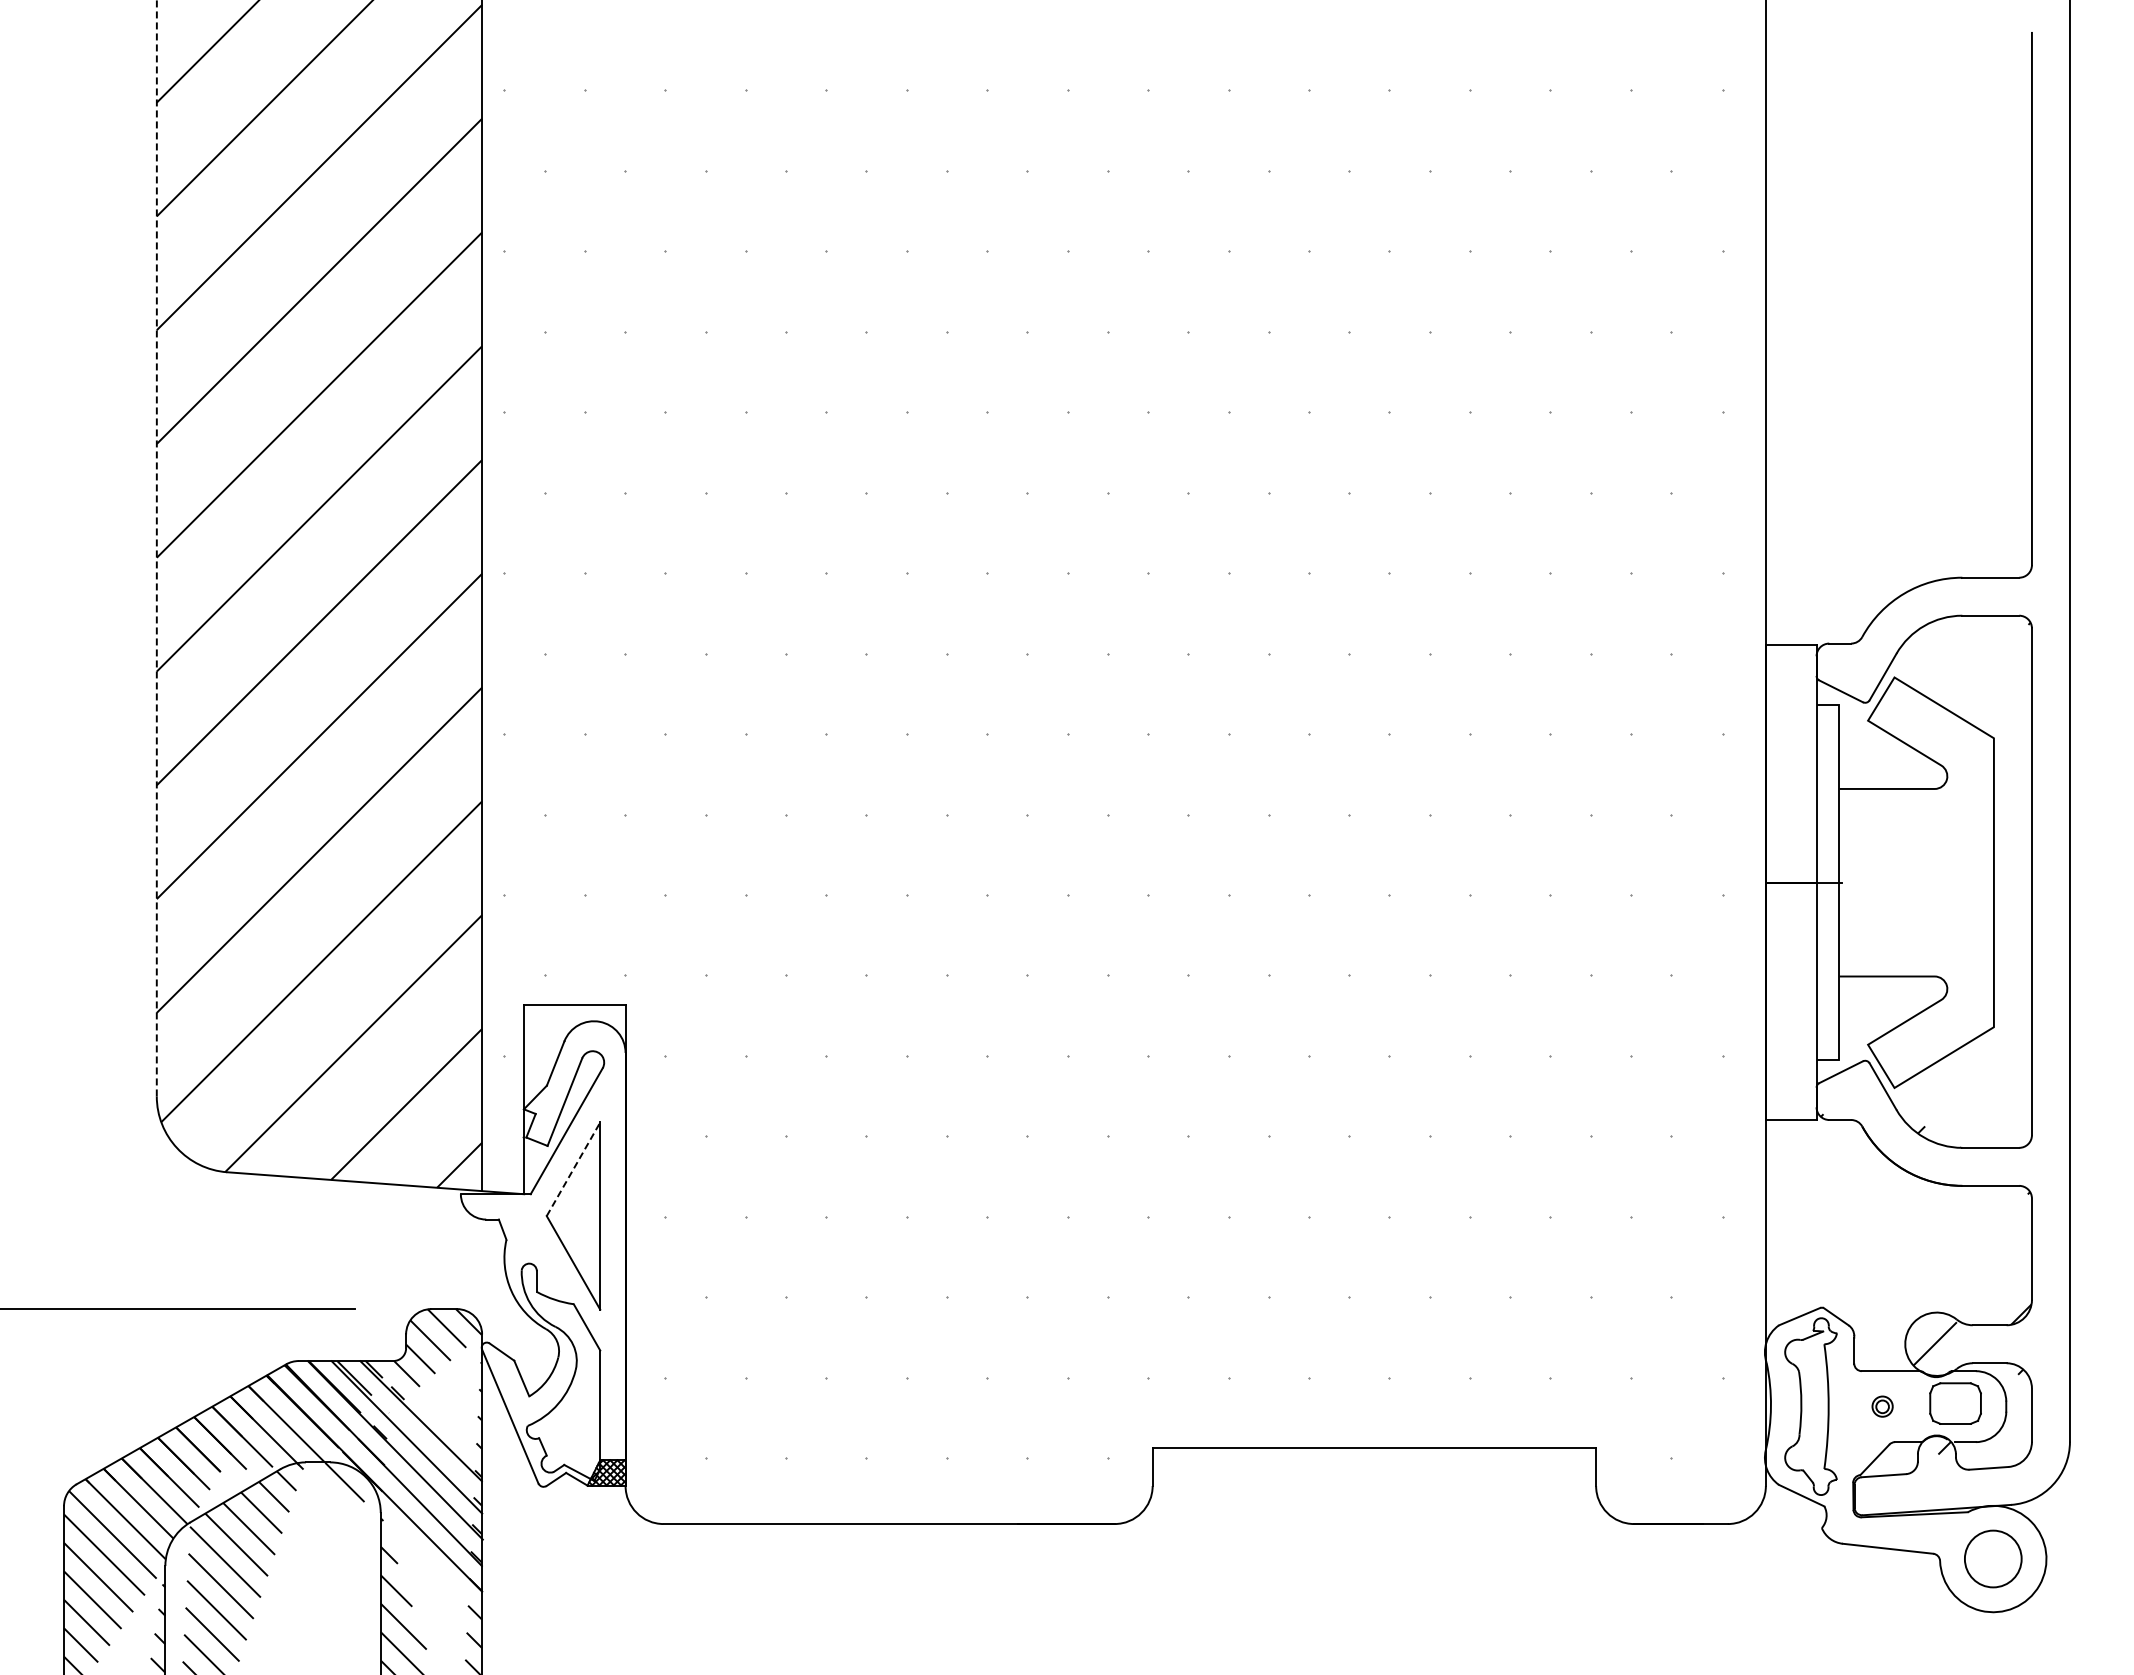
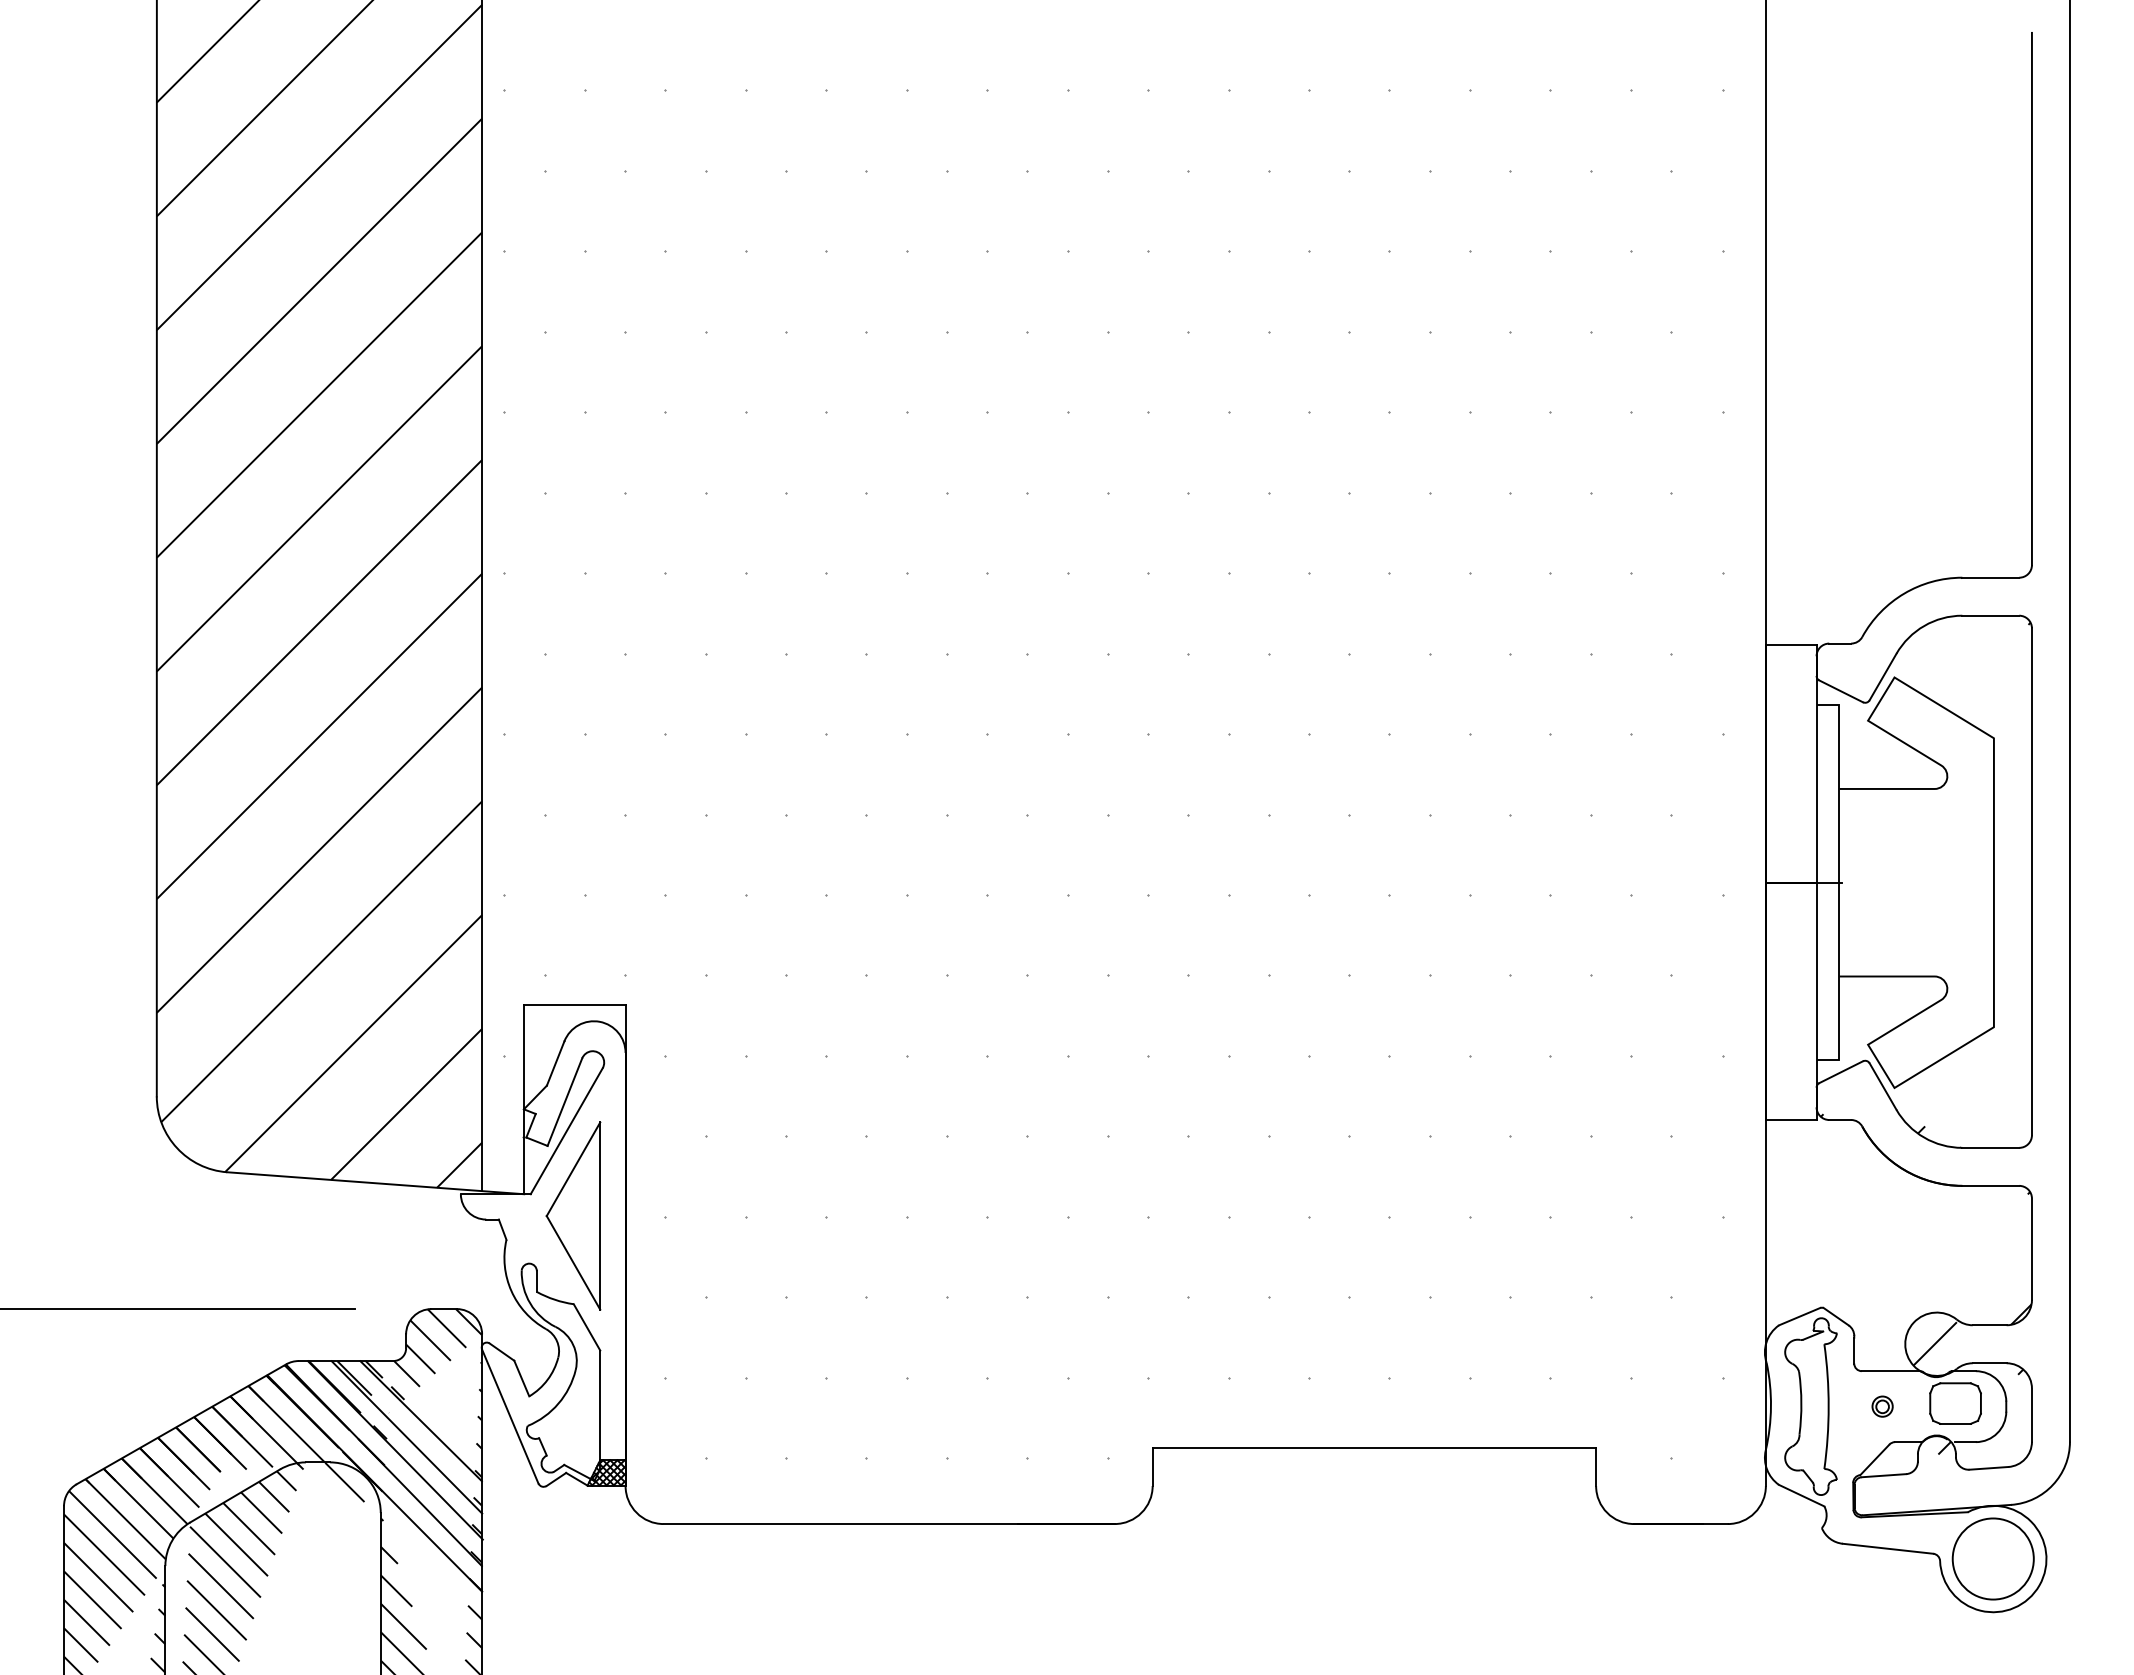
line at (156, 548): dashed -> solid
line at (573, 1169): dashed -> solid
circle at (1992, 1558) diameter: 57 px -> 81 px
